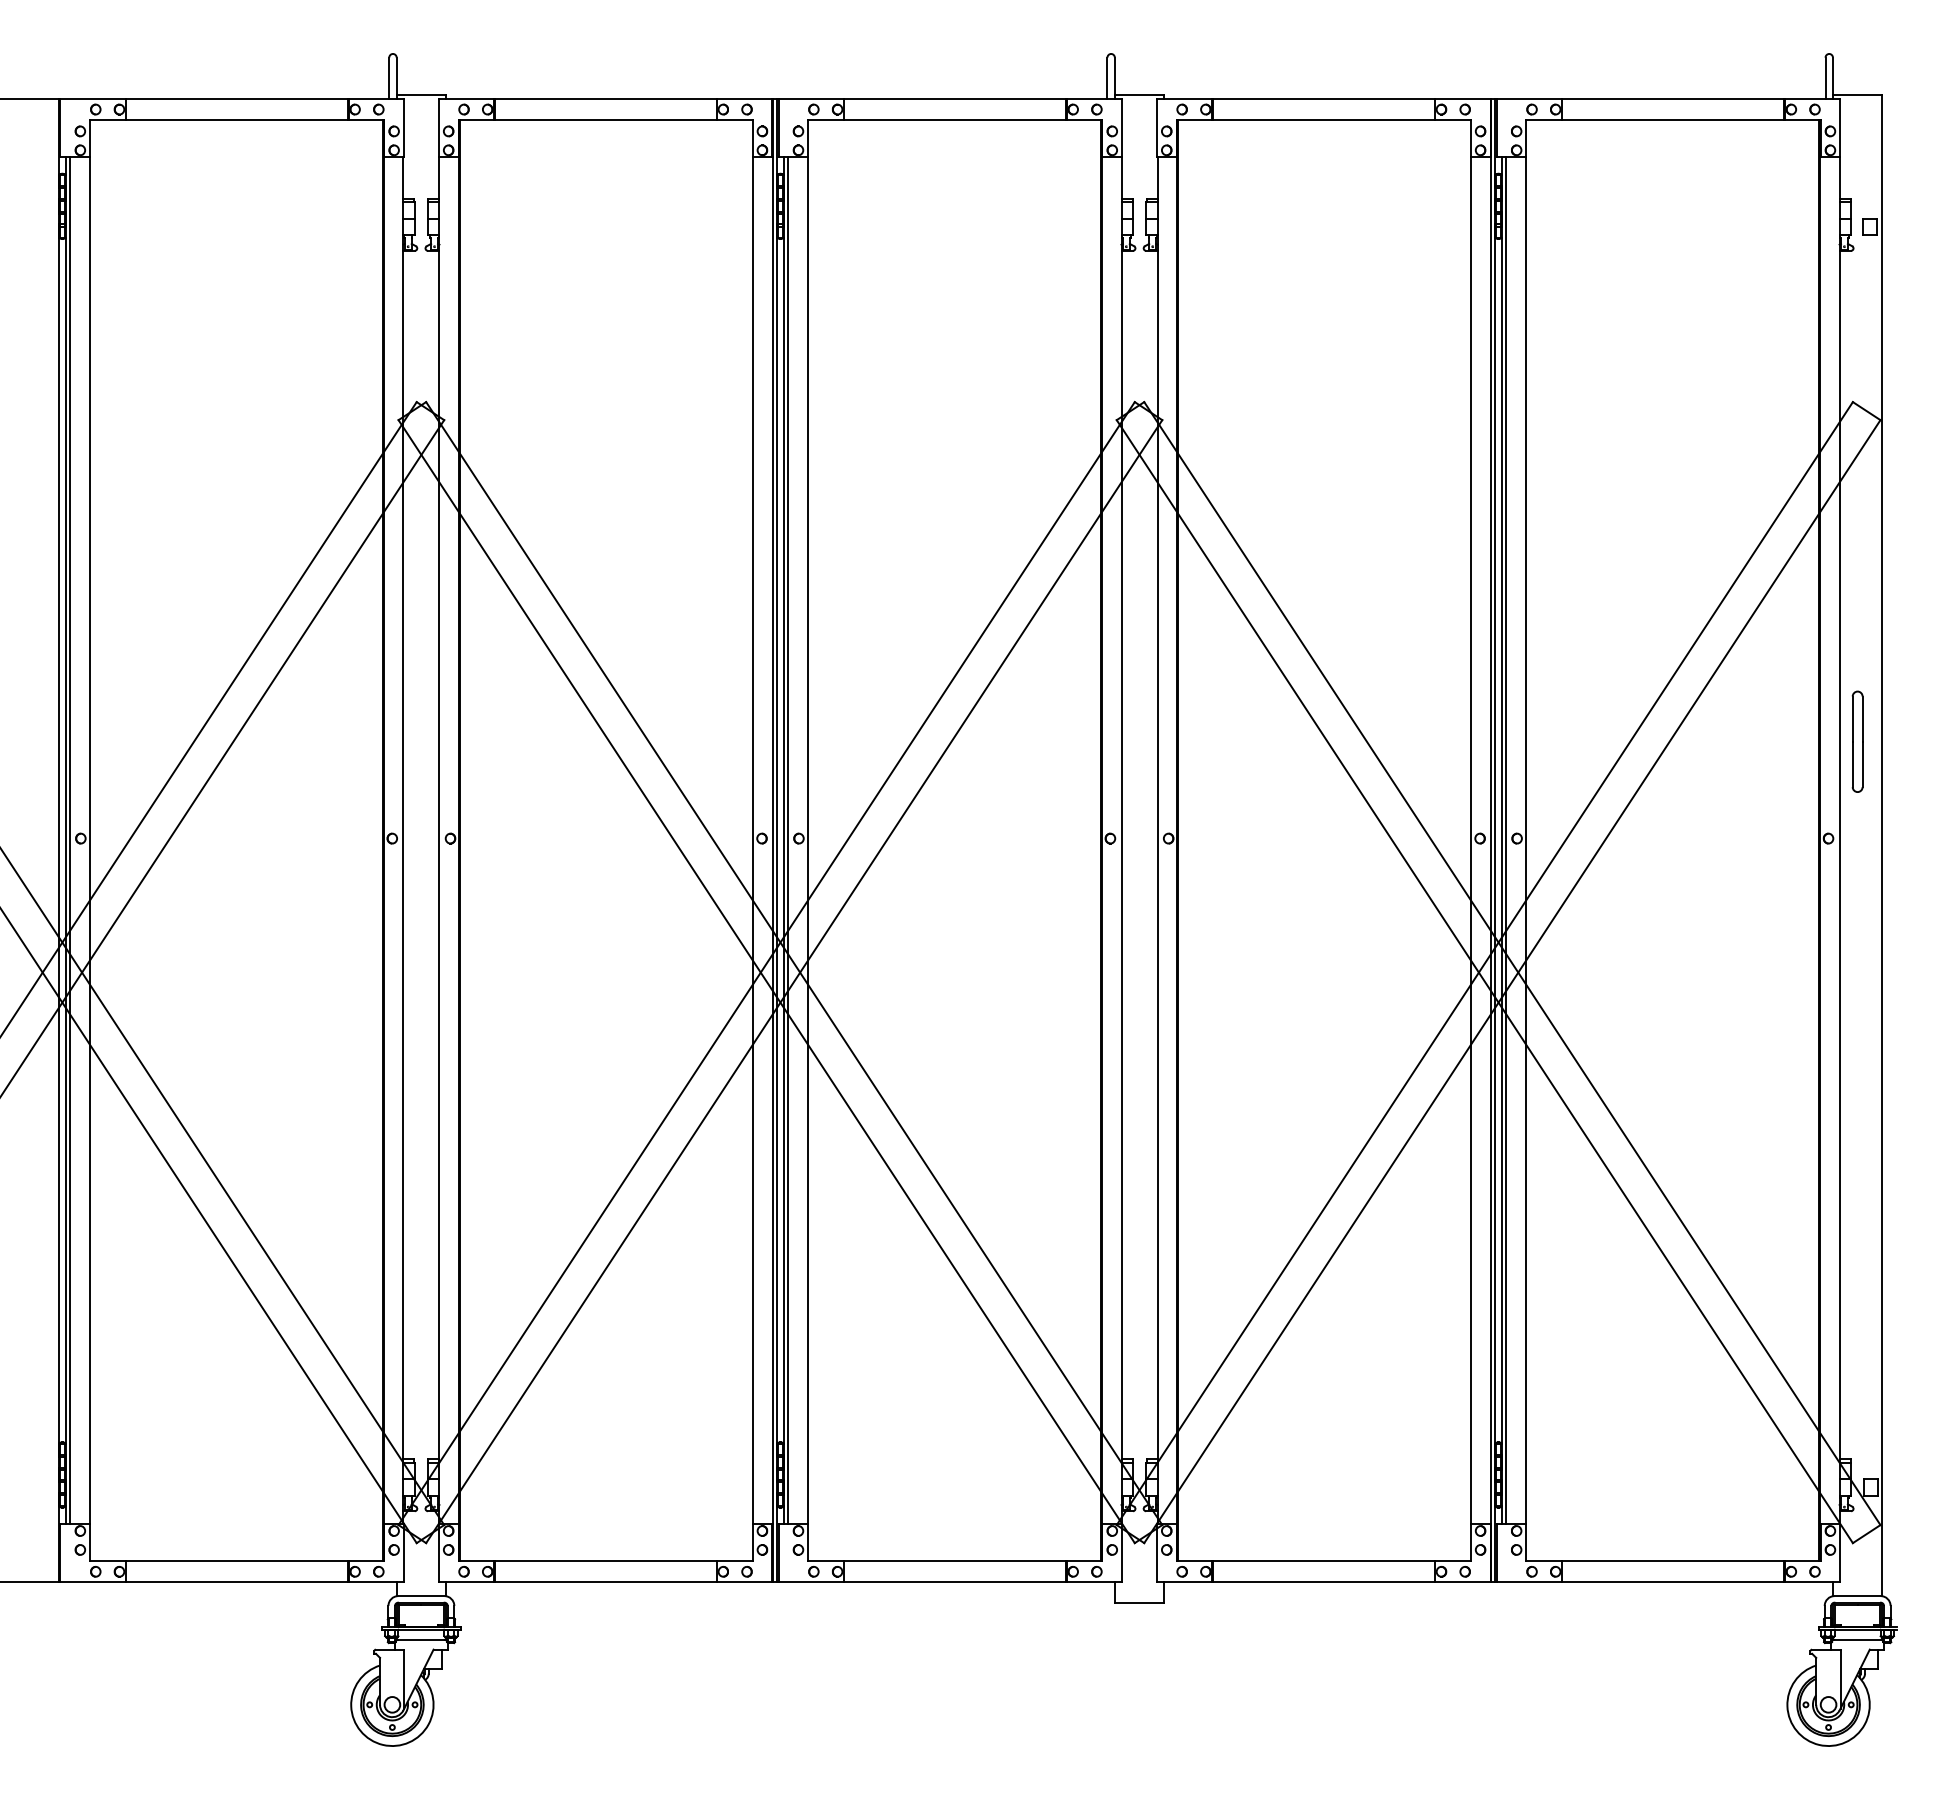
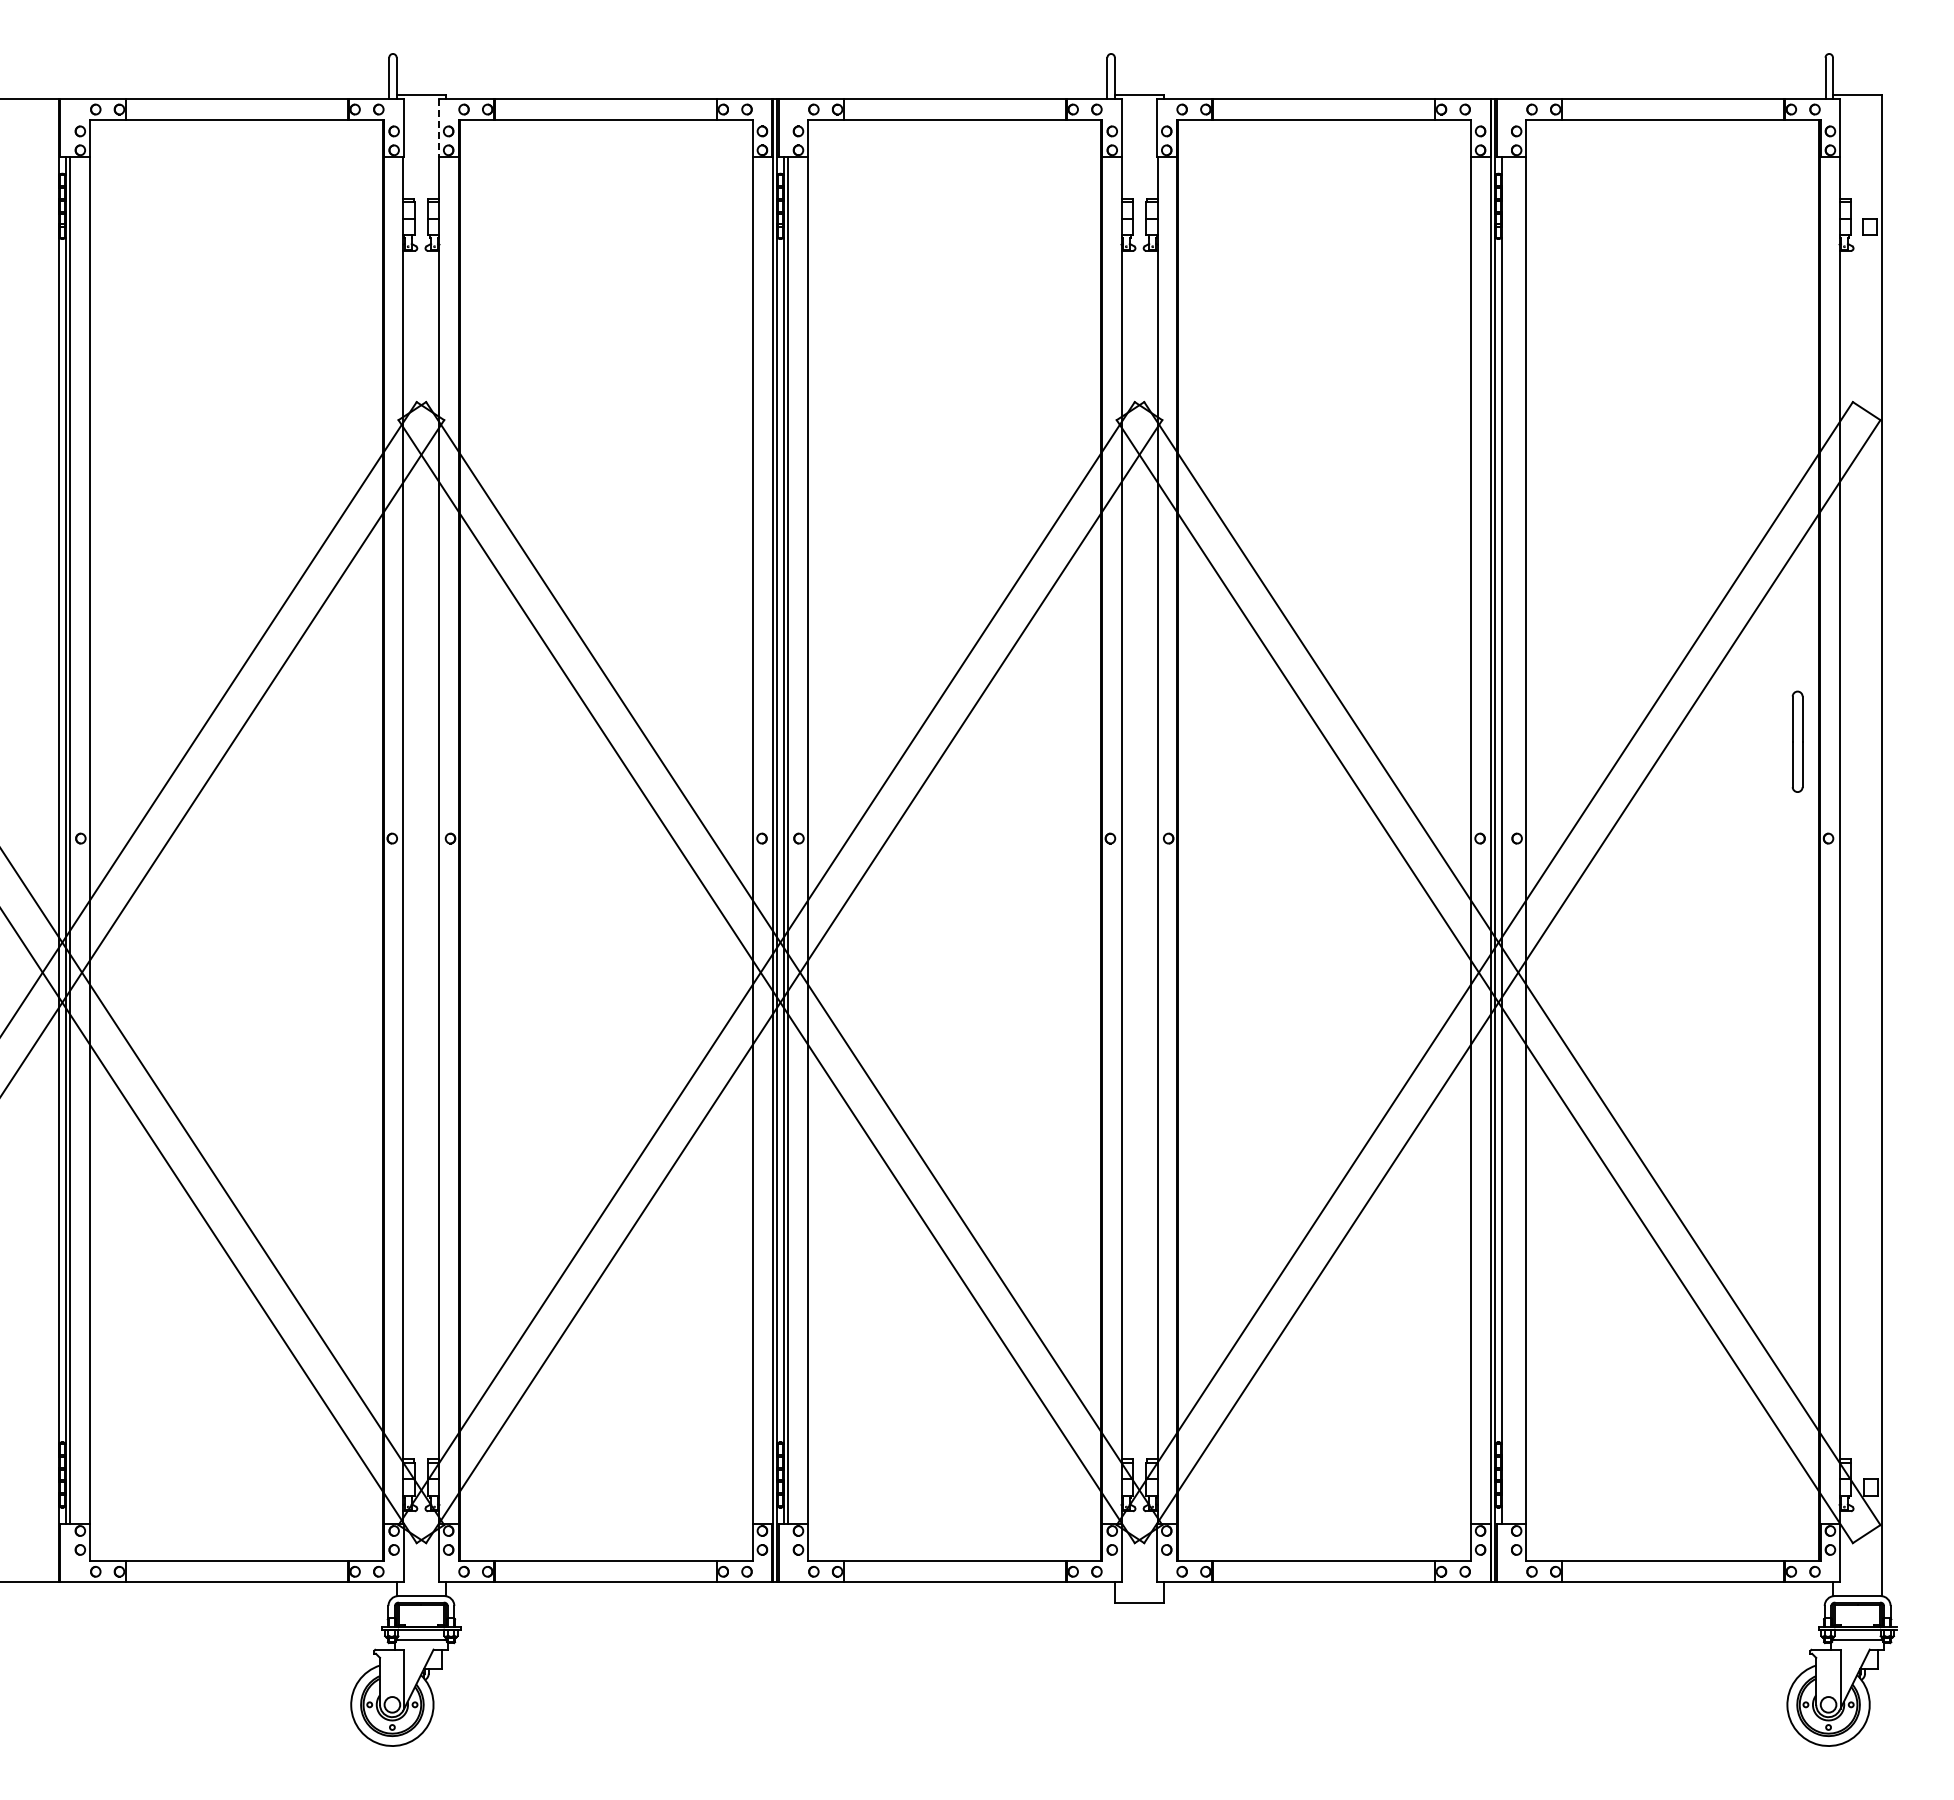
line at (438, 128): solid -> dashed
part at (1857, 741) position: (1857, 741) -> (1797, 741)
line at (1506, 840): present -> none
